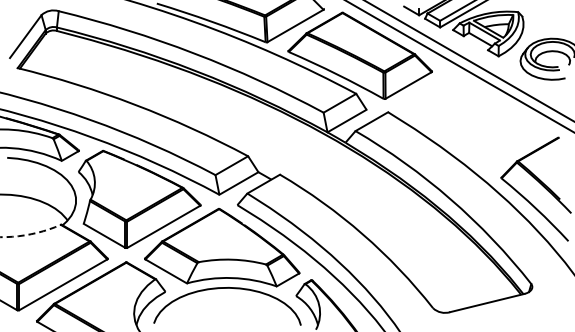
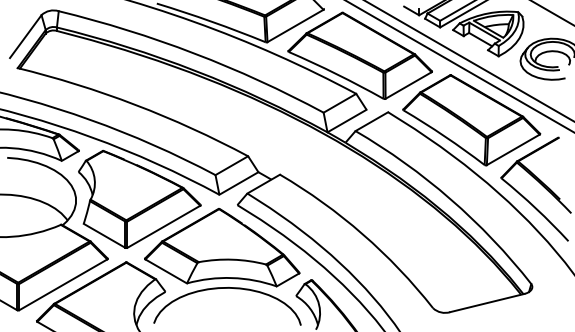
line at (552, 12): none -> present
part at (471, 120): none -> present
arc at (30, 234): dashed -> solid
